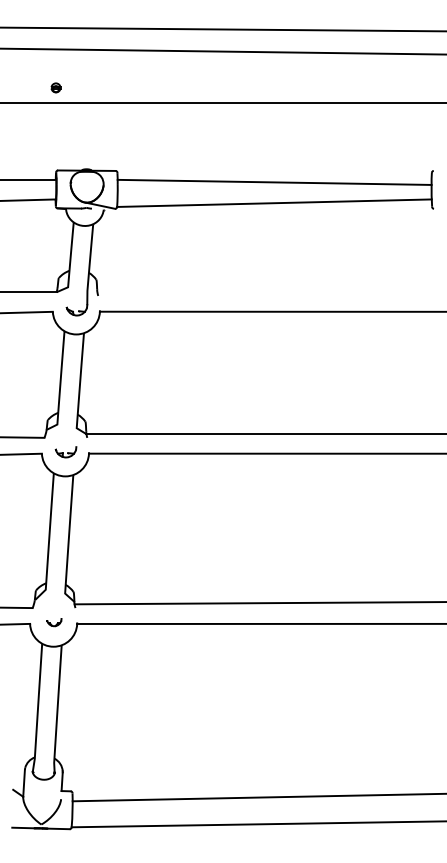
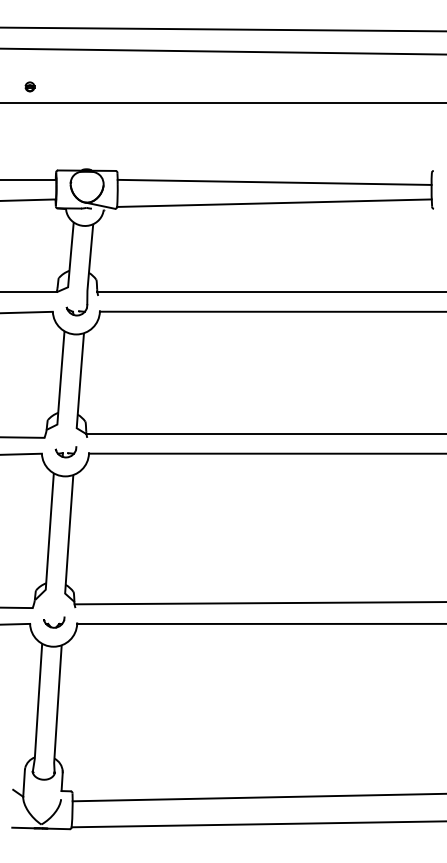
part at (55, 87) position: (55, 87) -> (29, 86)
line at (270, 292): none -> present
part at (54, 622) size: 17x10 px -> 23x13 px
